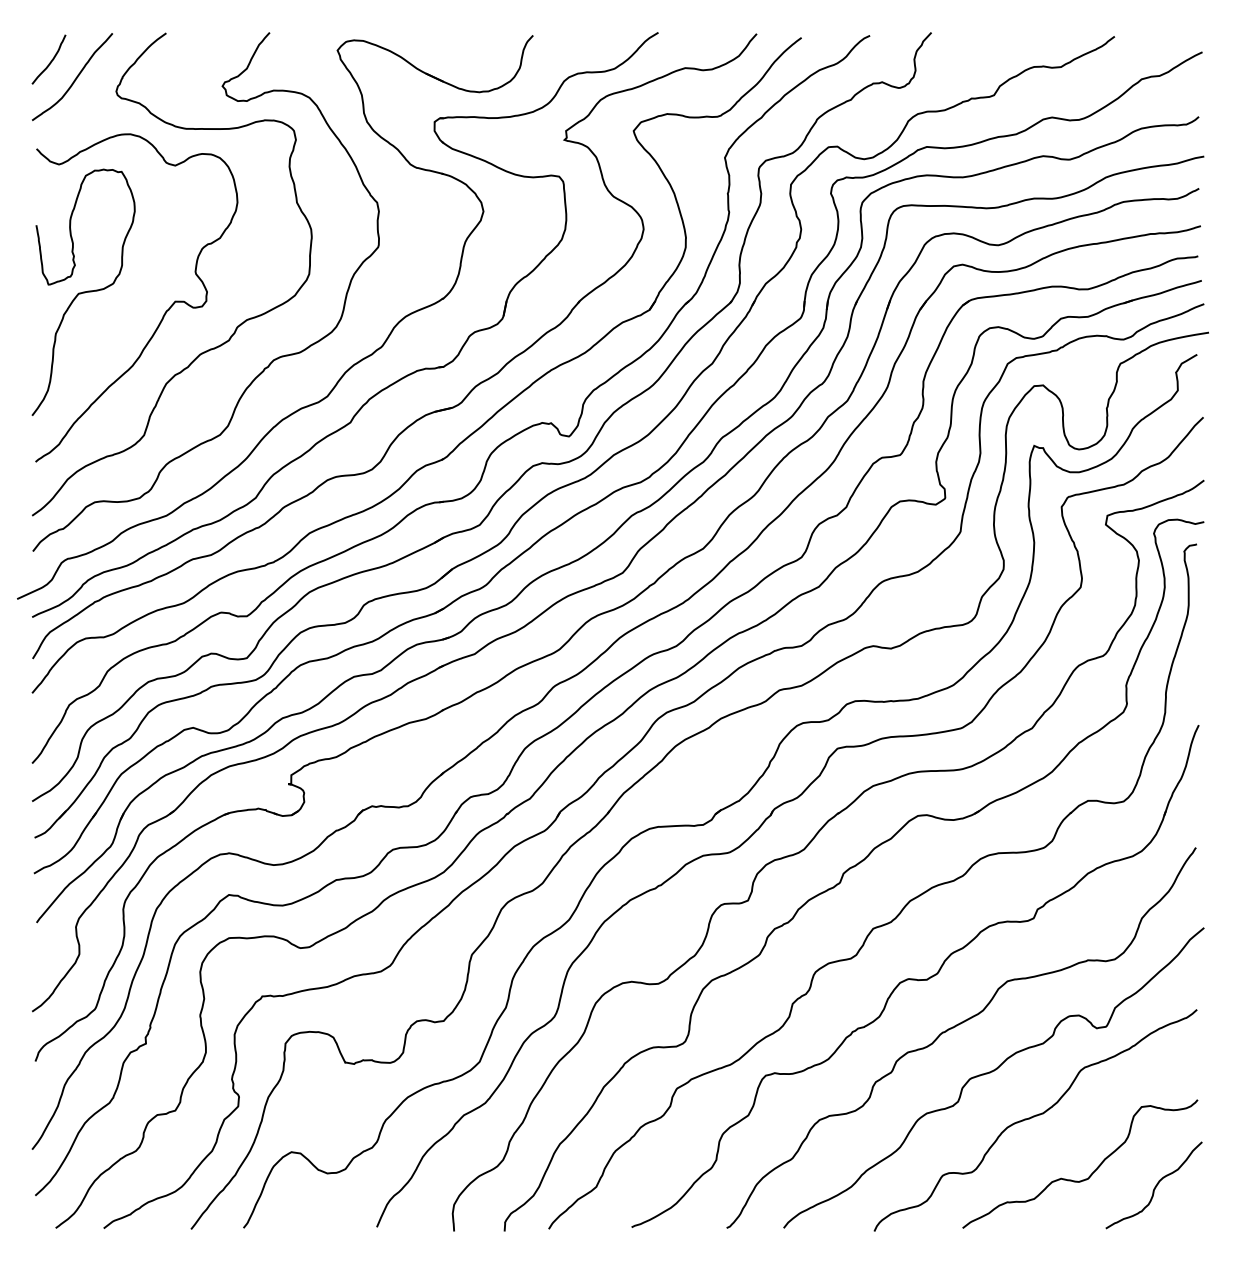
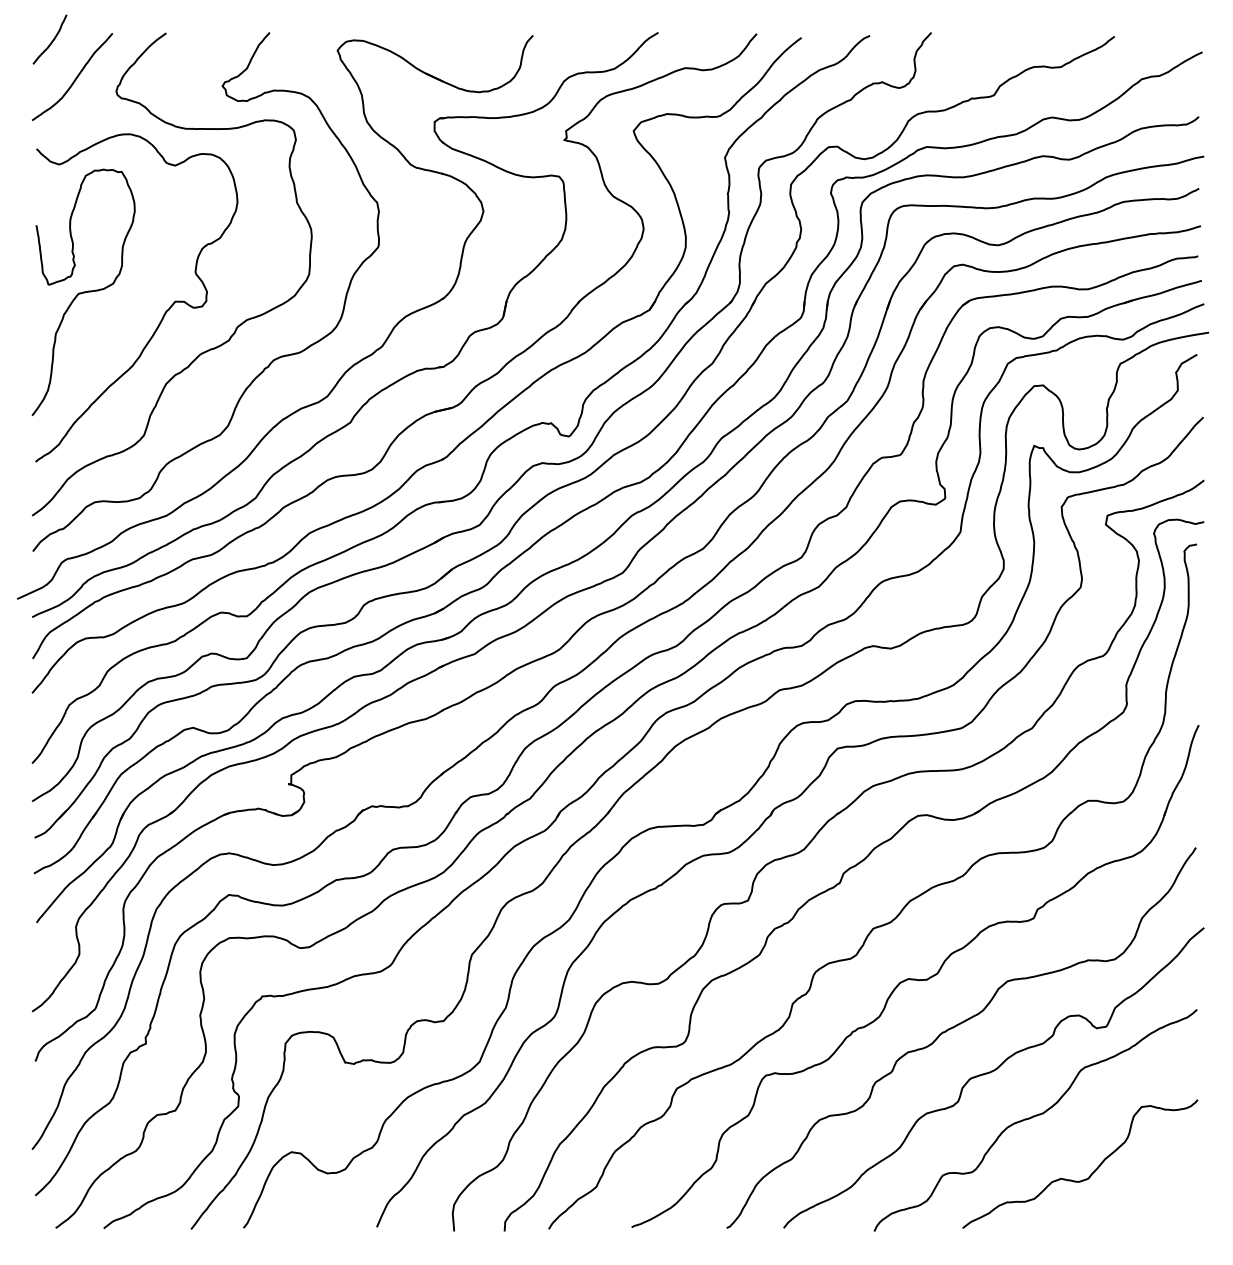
curve at (50, 61) position: (50, 61) -> (51, 41)
curve at (1154, 1186): present -> none
